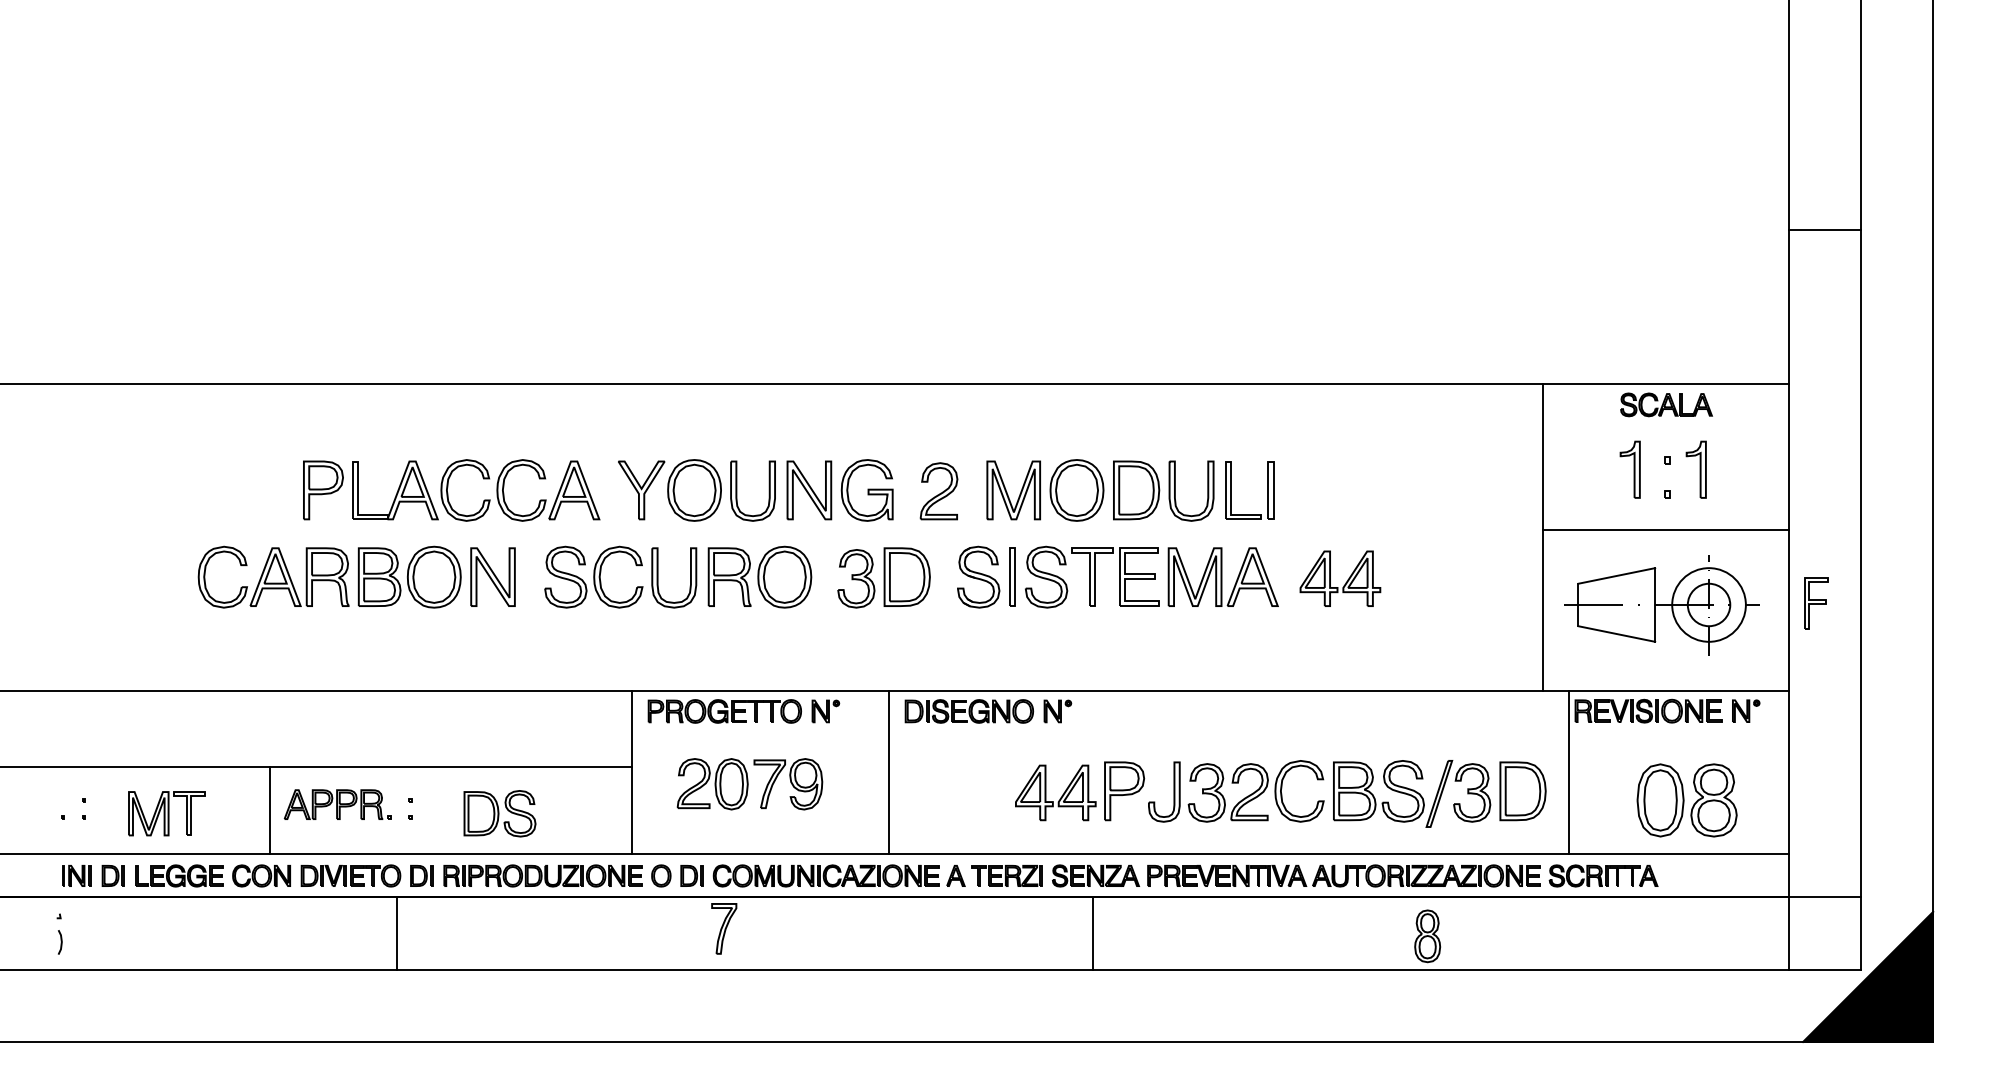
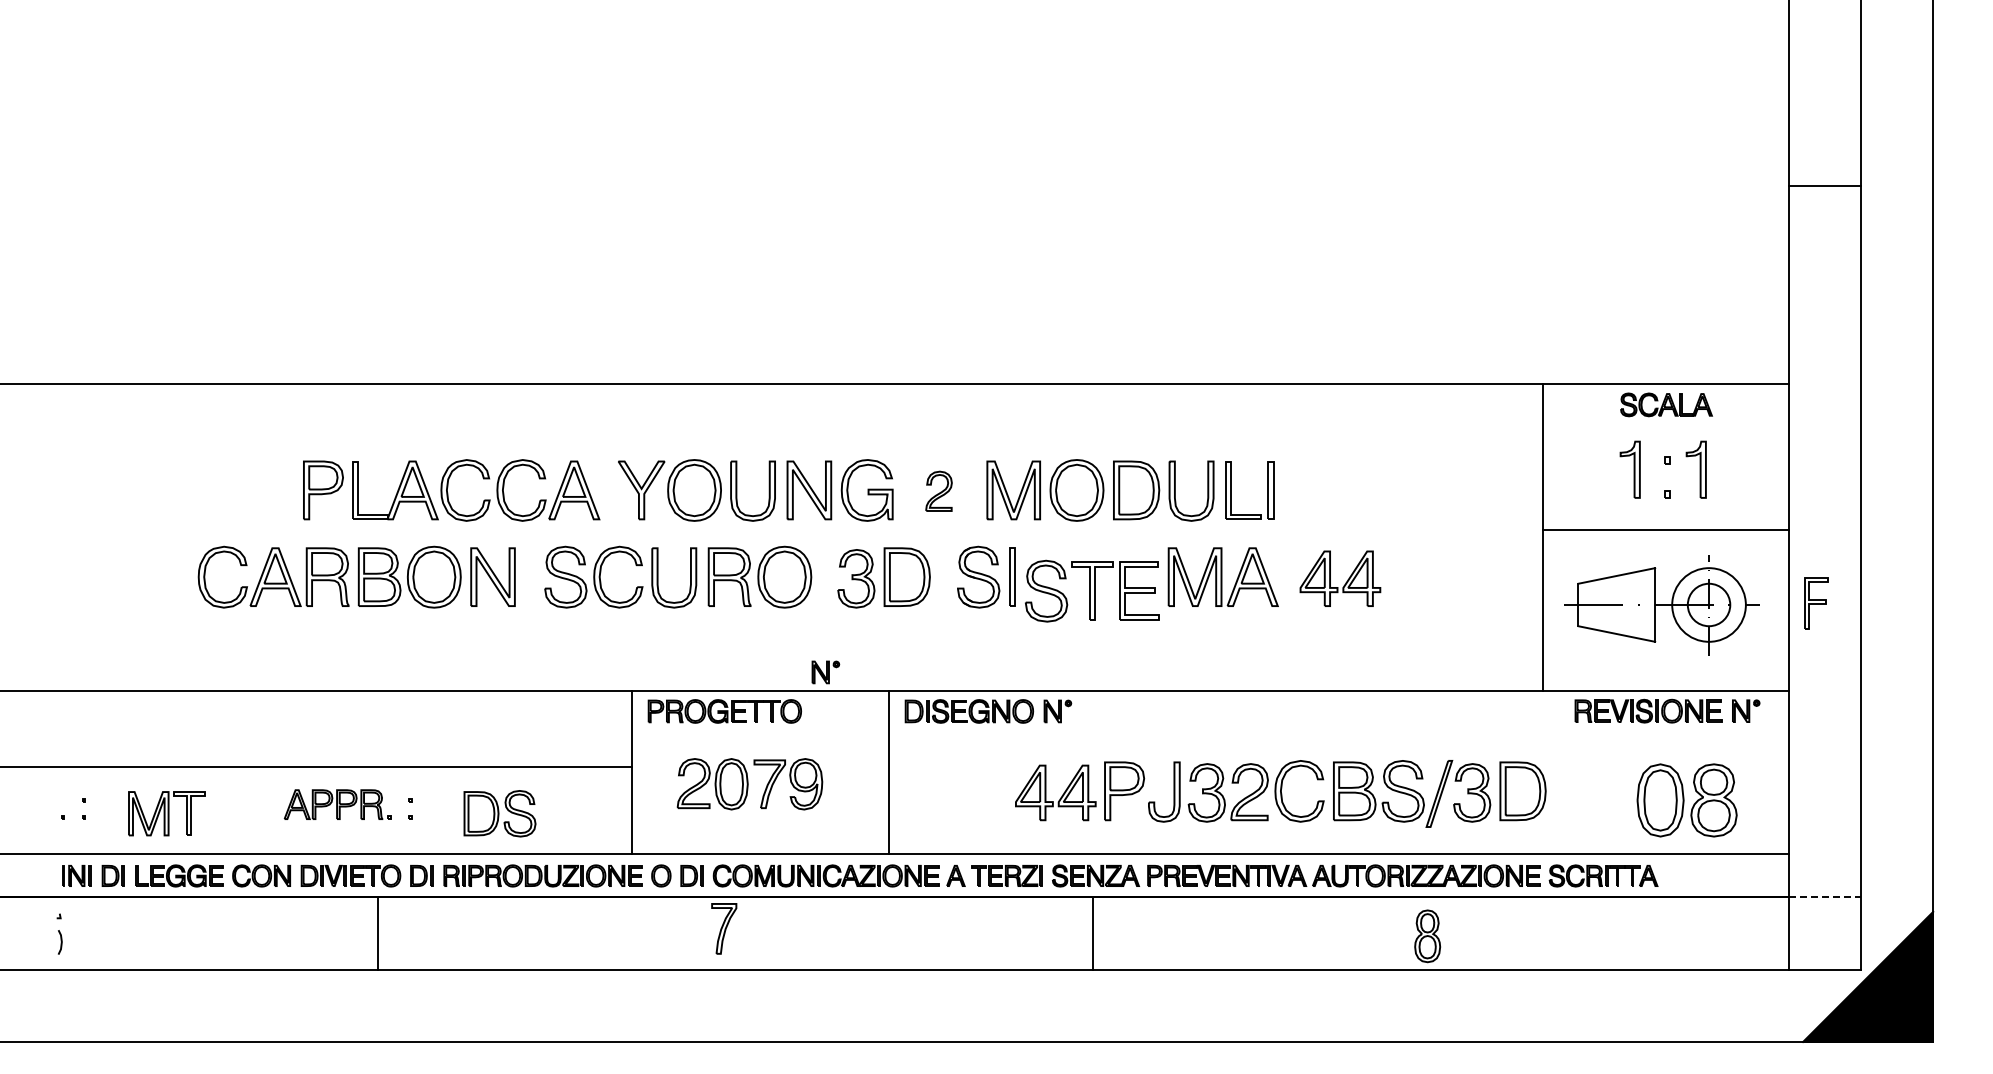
line at (1824, 229) position: (1824, 229) -> (1824, 185)
part at (938, 491) size: 40x59 px -> 28x42 px
part at (1092, 576) position: (1092, 576) -> (1092, 590)
part at (825, 711) position: (825, 711) -> (825, 672)
line at (1568, 772): present -> none
line at (270, 810): present -> none
line at (1825, 897): solid -> dashed
line at (396, 933) position: (396, 933) -> (377, 933)
